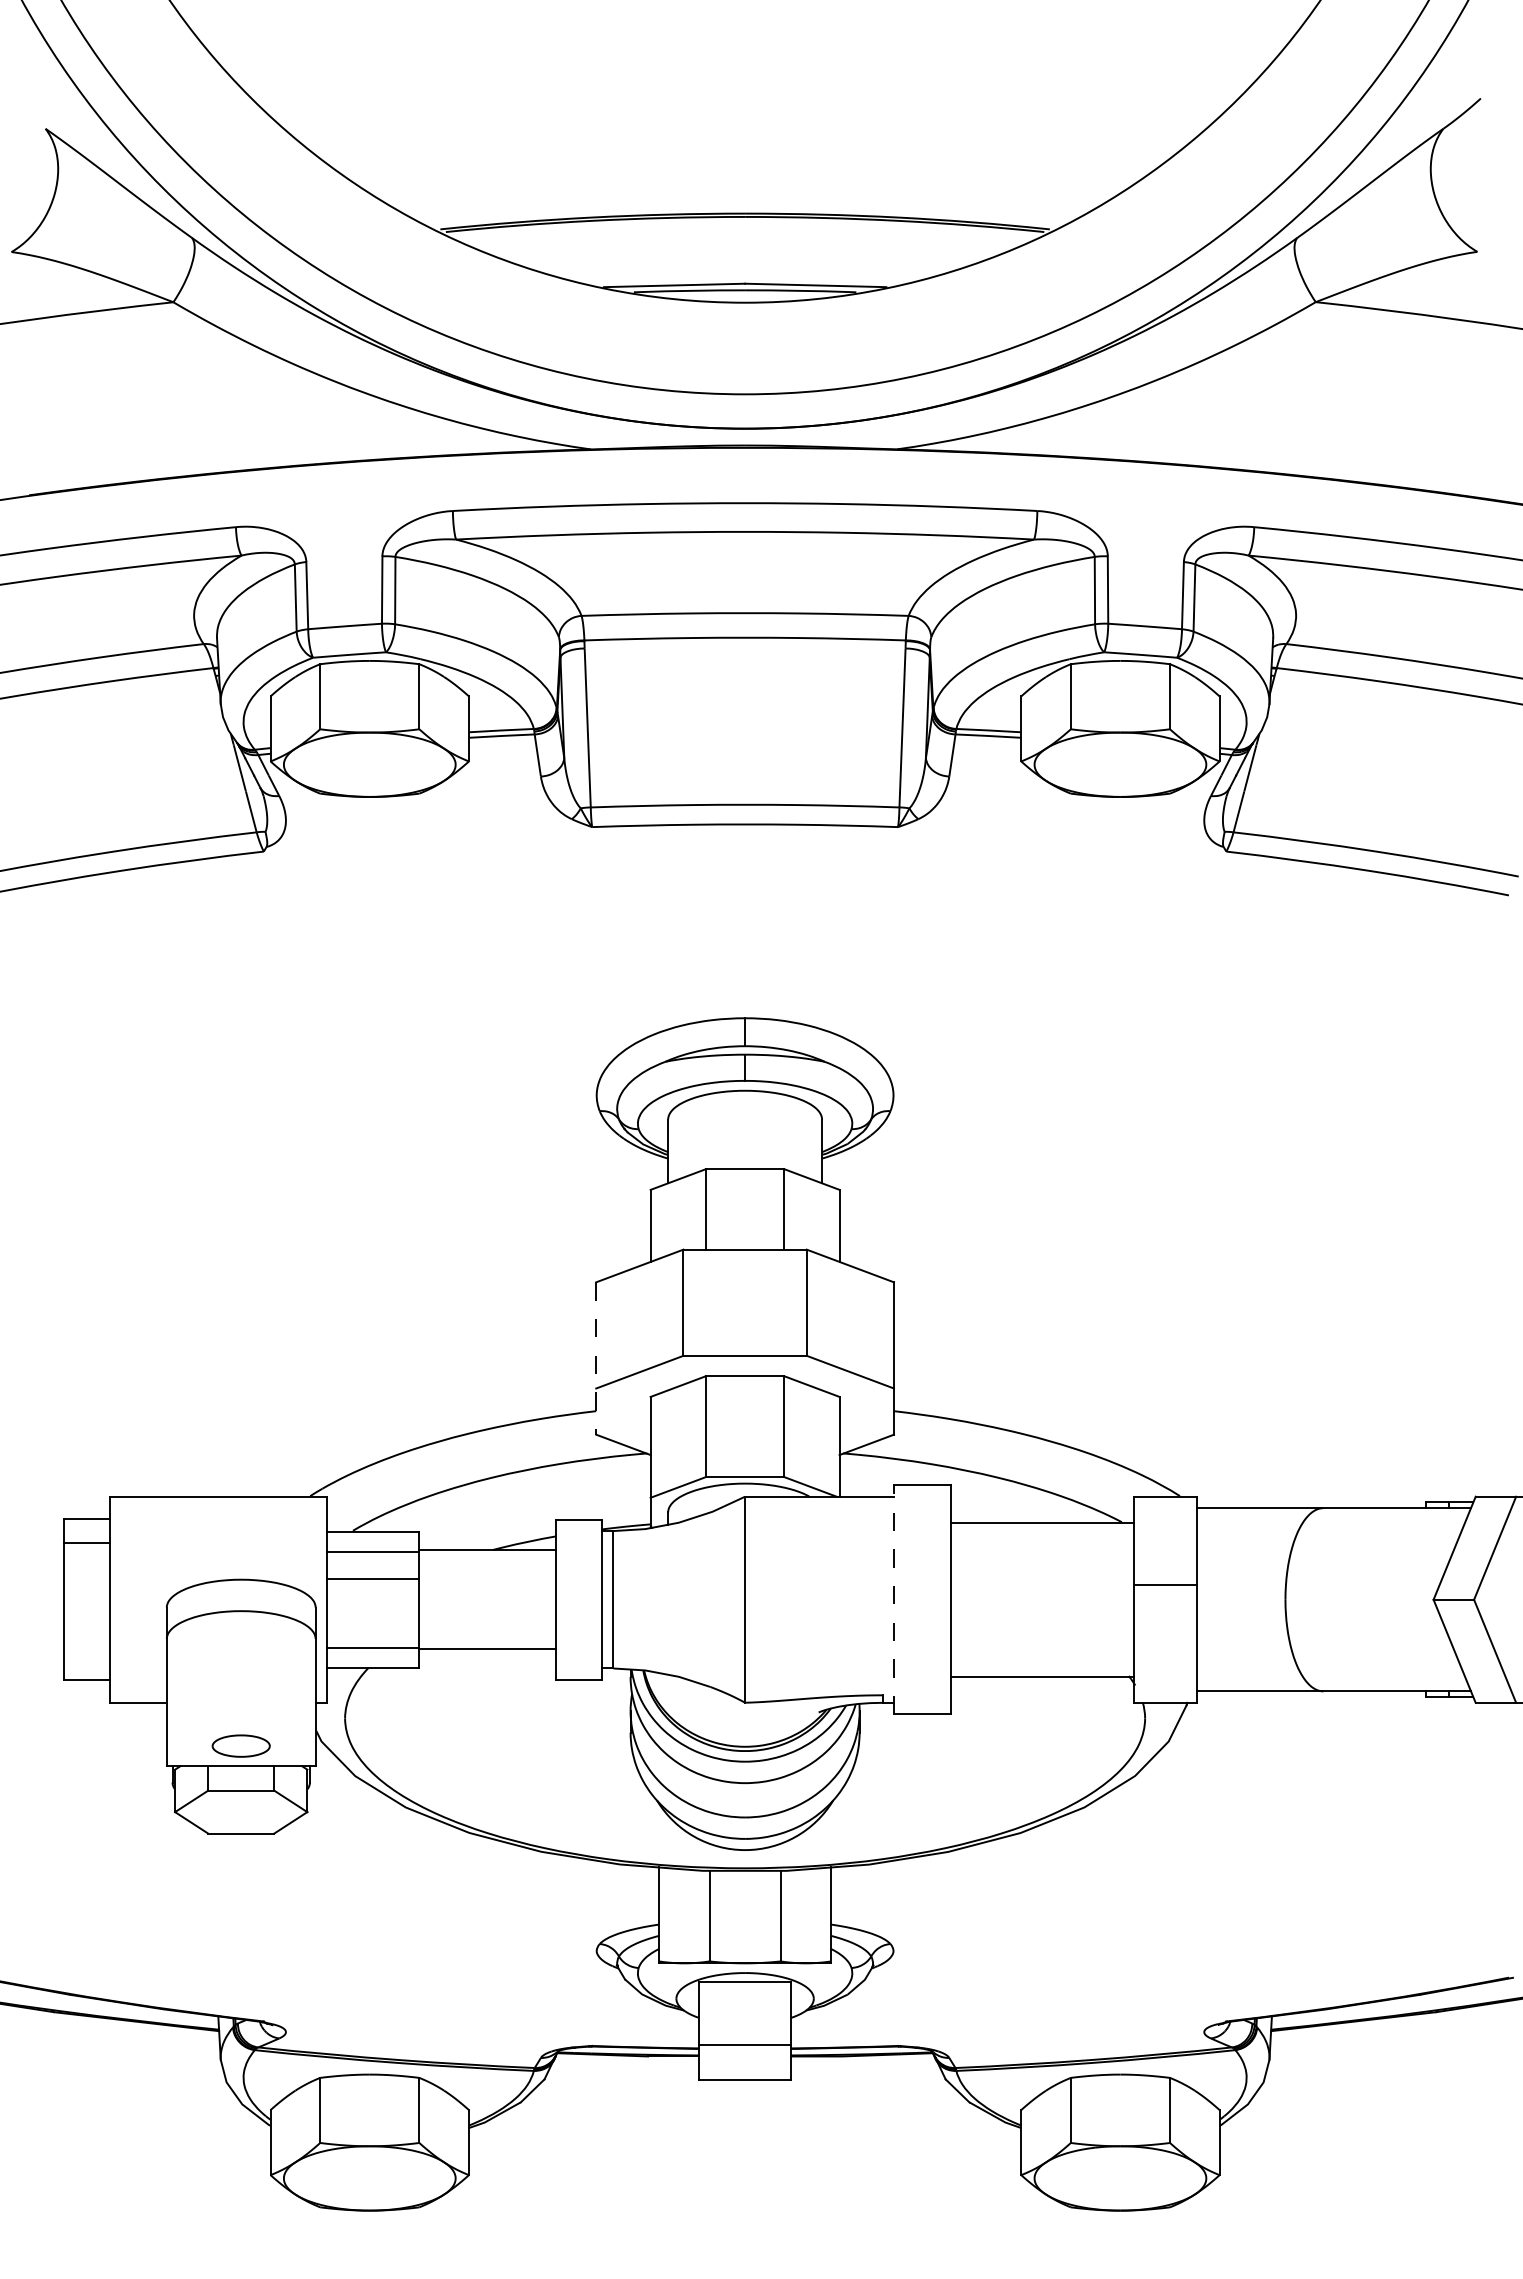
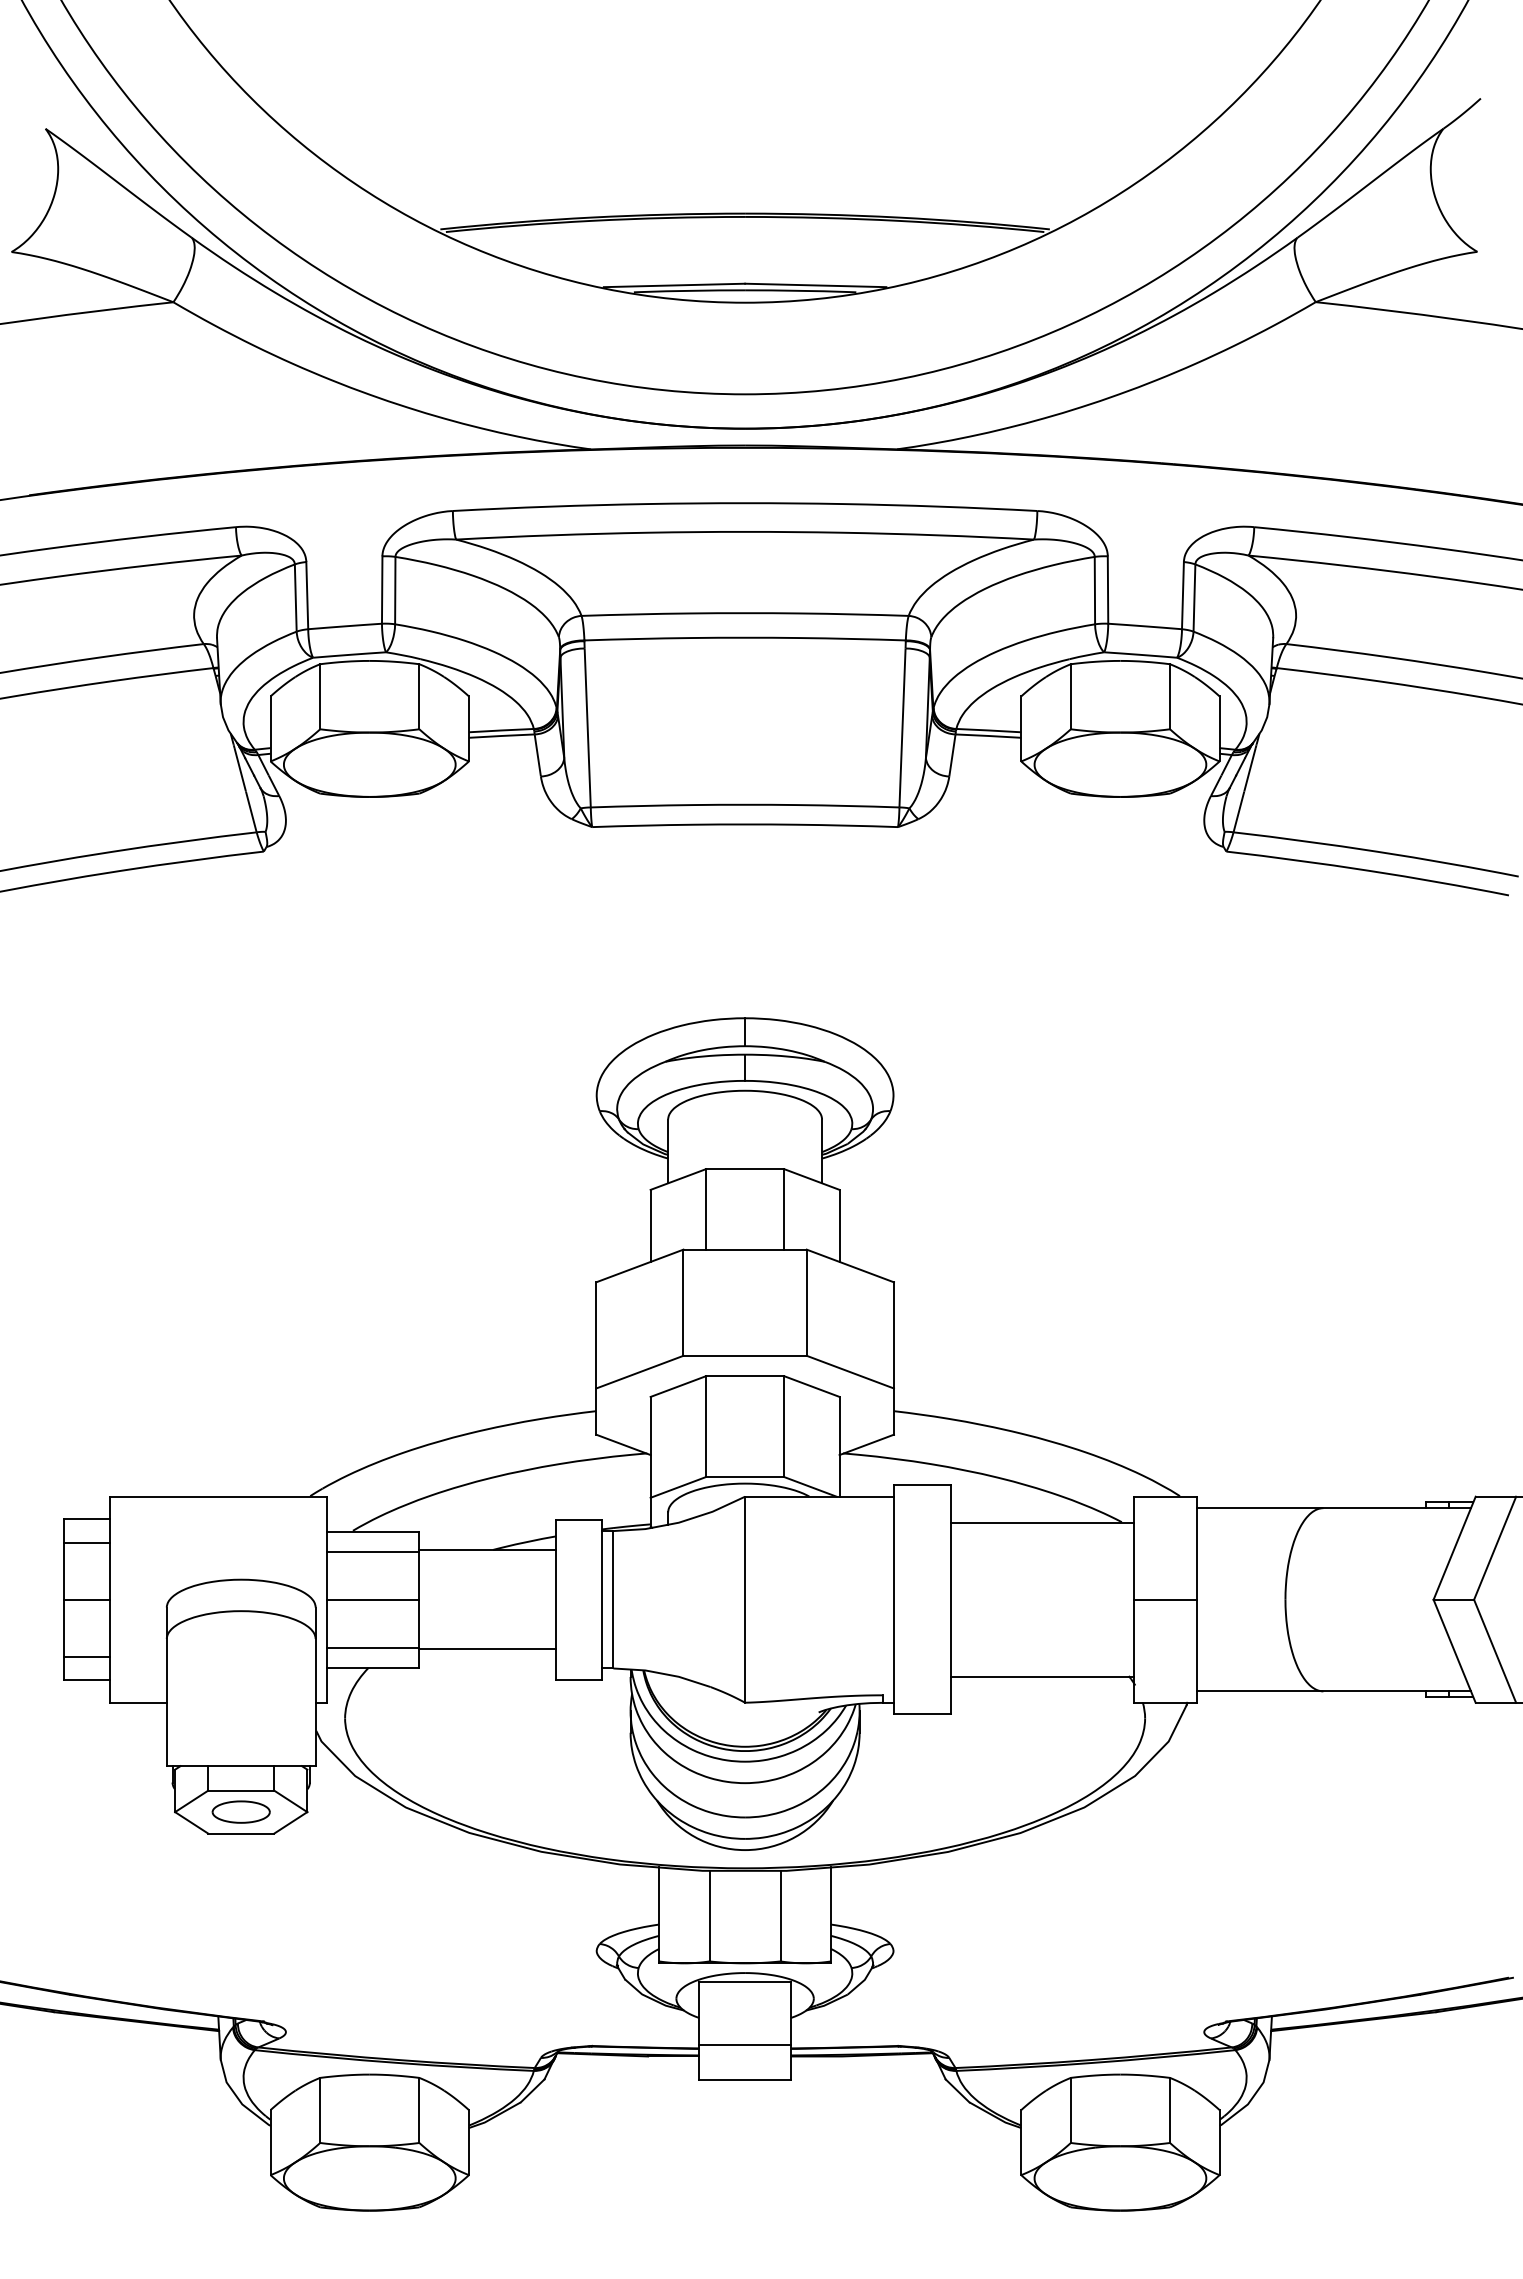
line at (596, 1359): dashed -> solid
line at (372, 1579) position: (372, 1579) -> (372, 1600)
line at (1165, 1584) position: (1165, 1584) -> (1165, 1599)
line at (893, 1599): dashed -> solid
line at (86, 1600): none -> present
line at (86, 1657): none -> present
part at (240, 1745) position: (240, 1745) -> (240, 1811)
